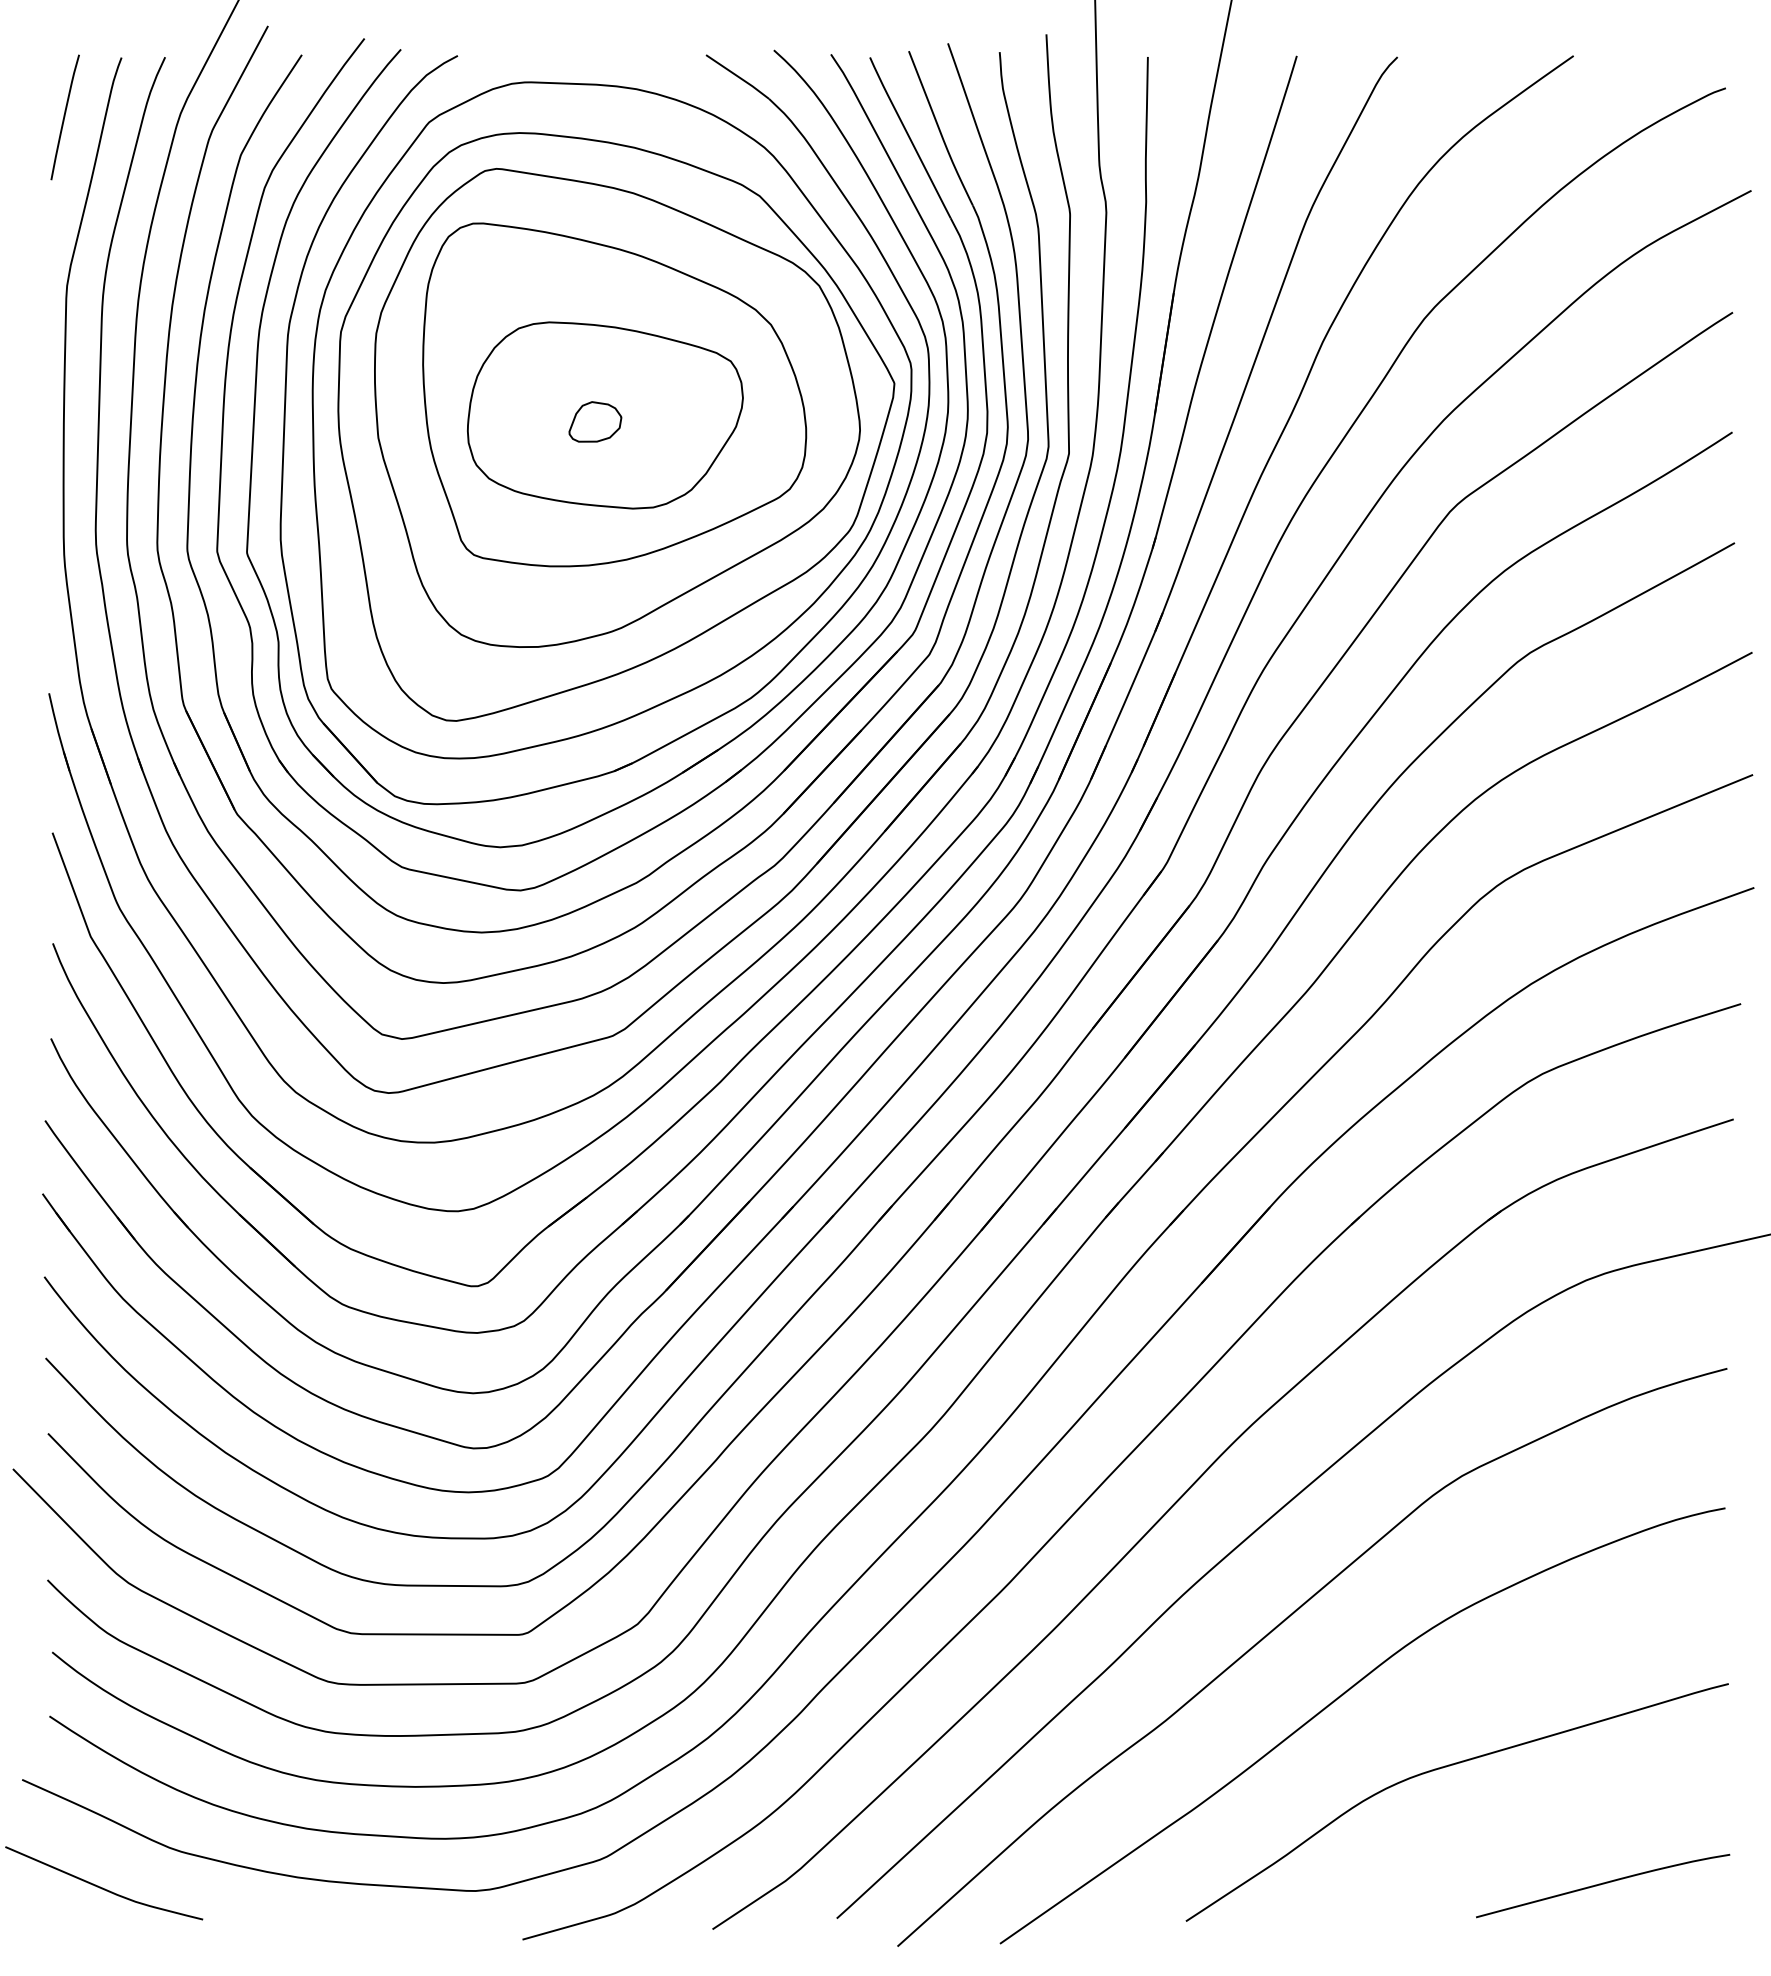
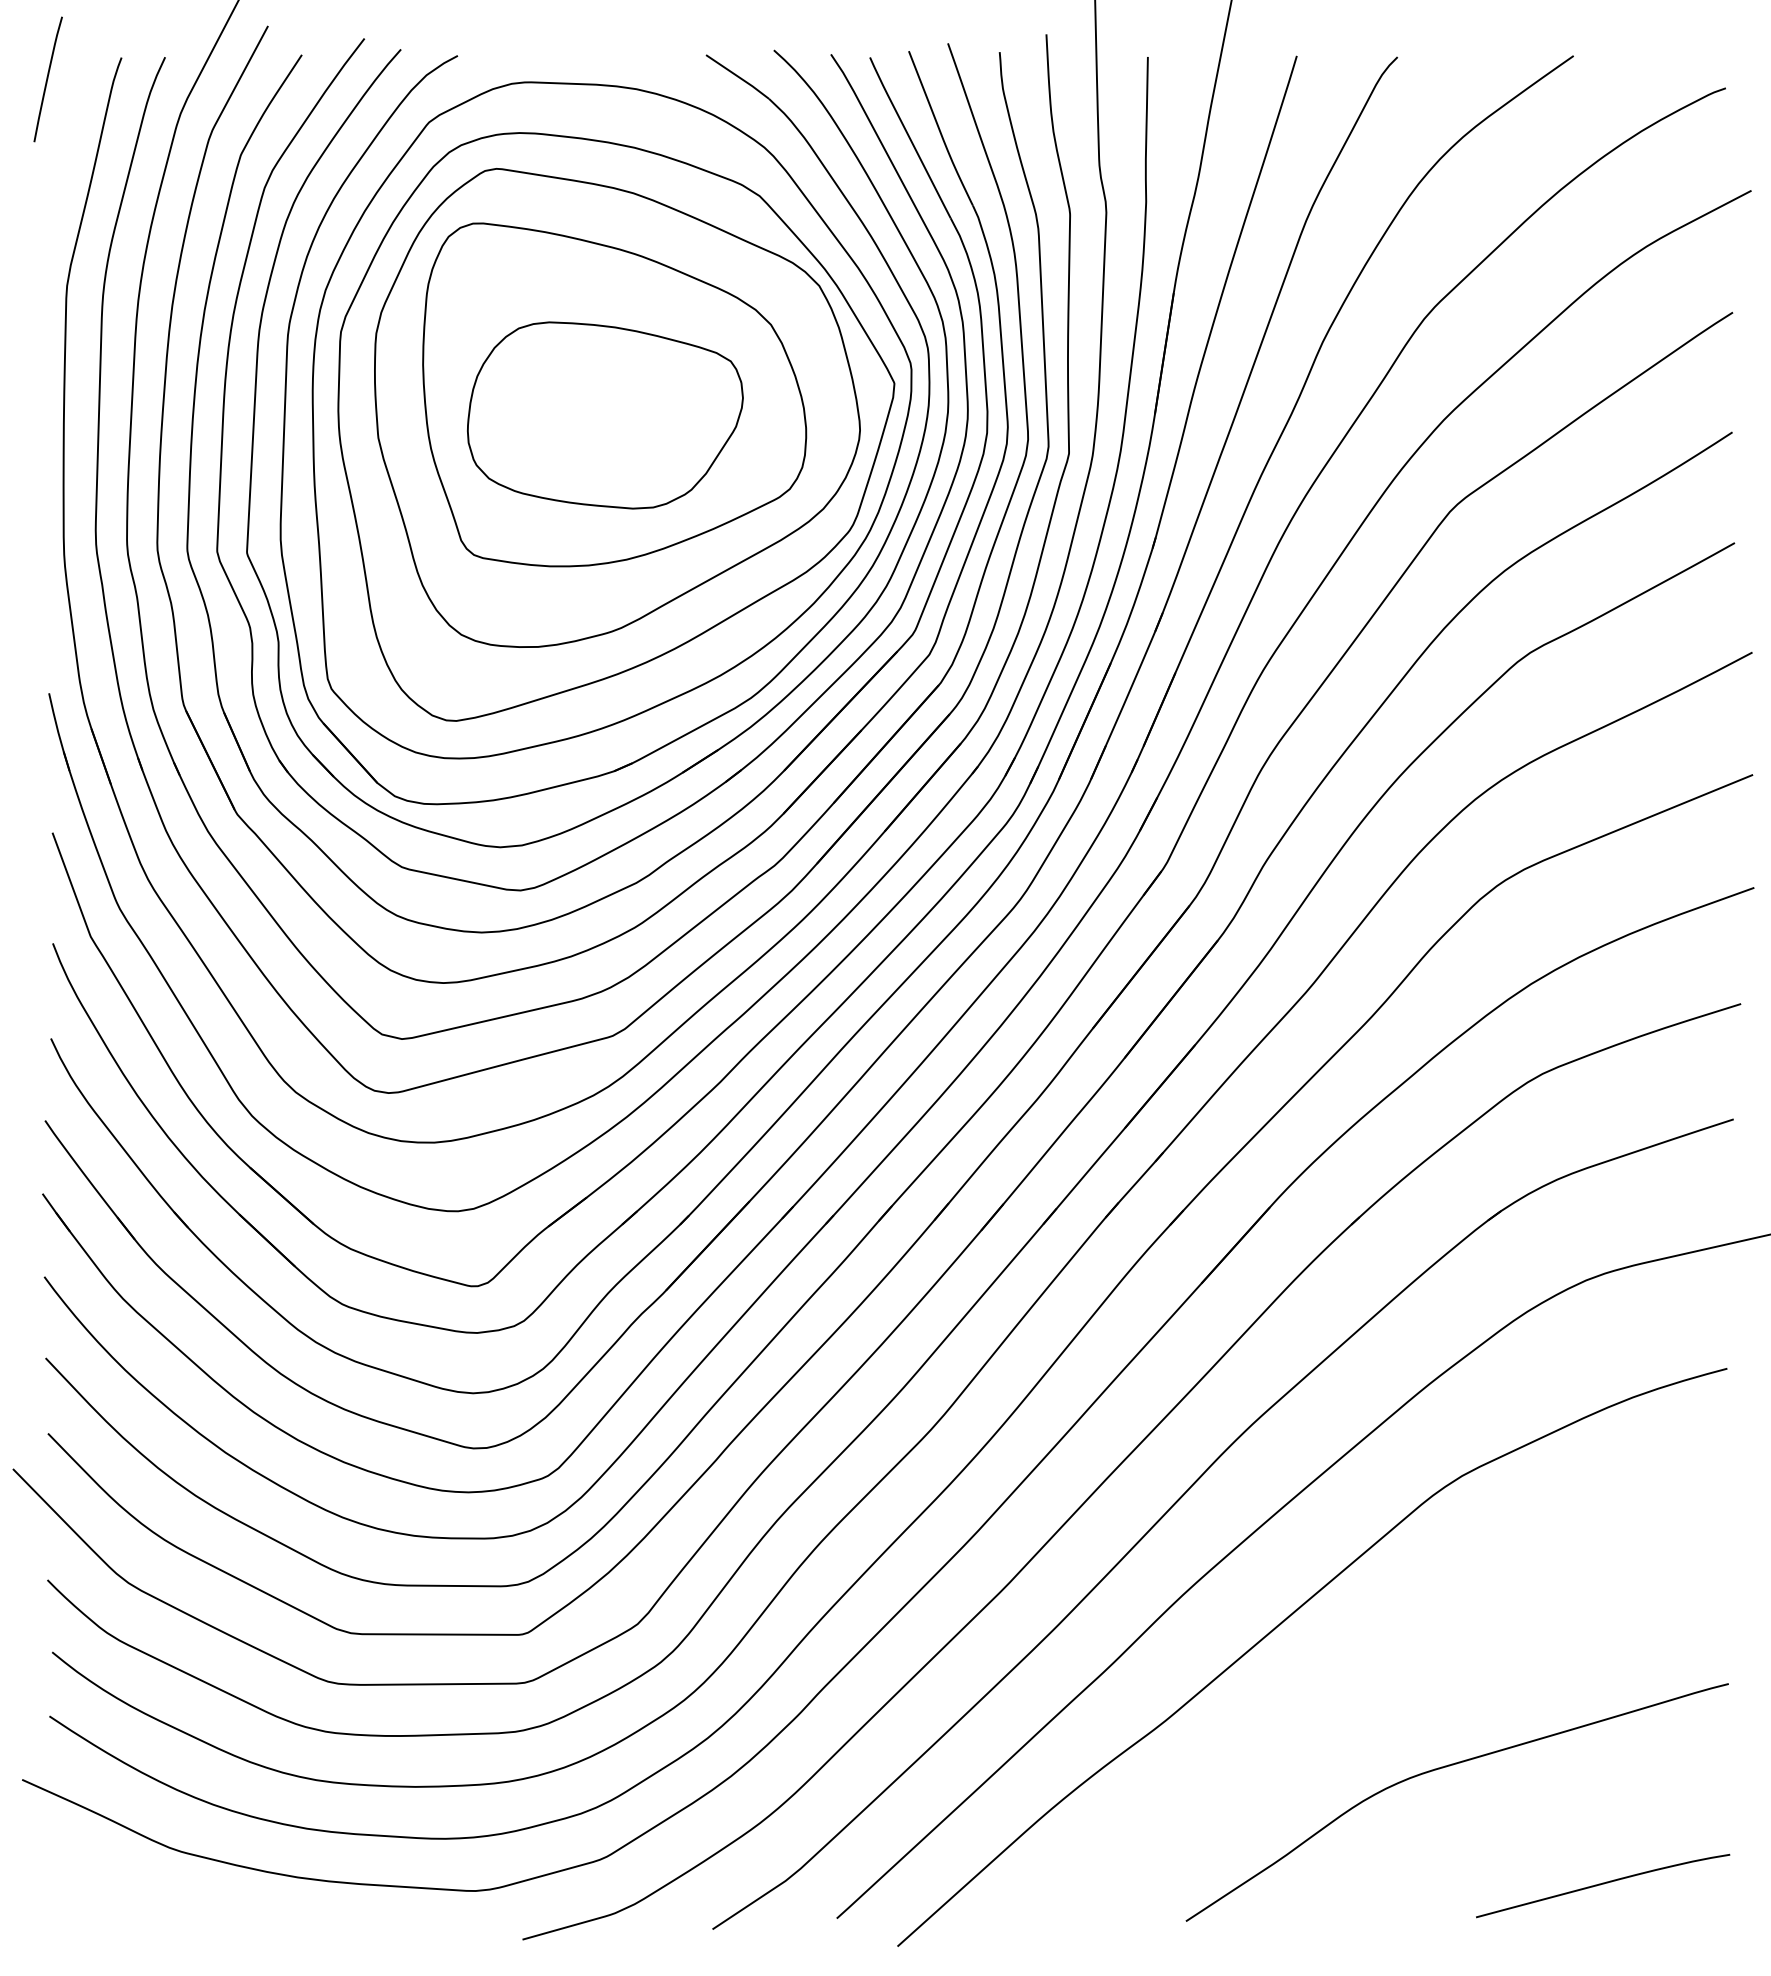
curve at (64, 117) position: (64, 117) -> (47, 79)
part at (595, 421): present -> none
curve at (1339, 1698): present -> none
curve at (102, 1887): present -> none
